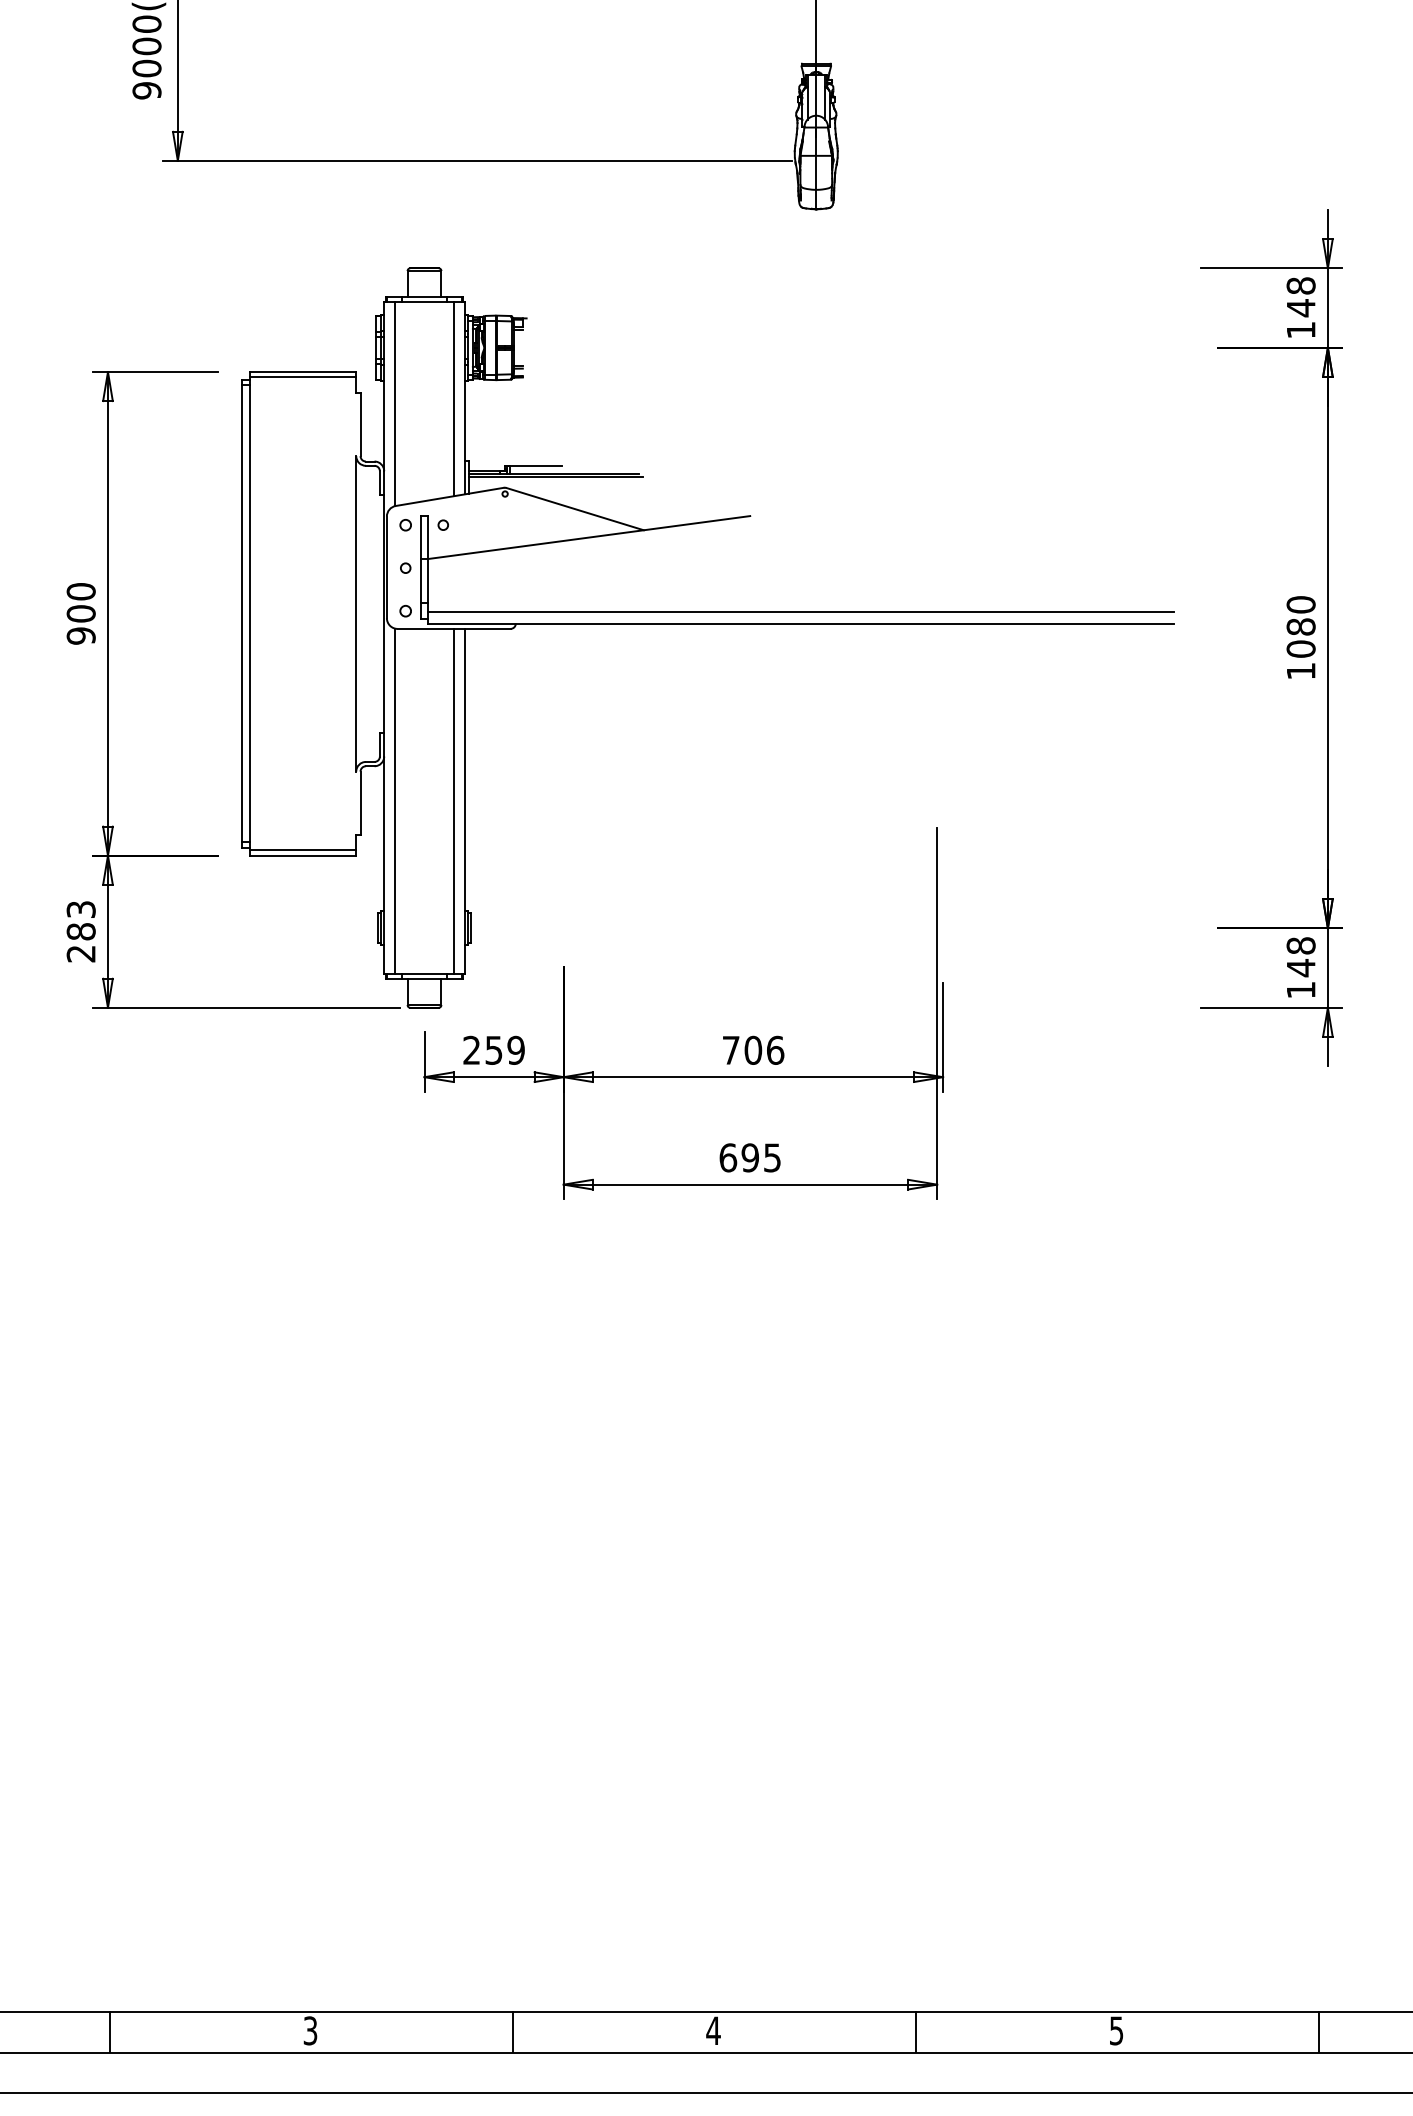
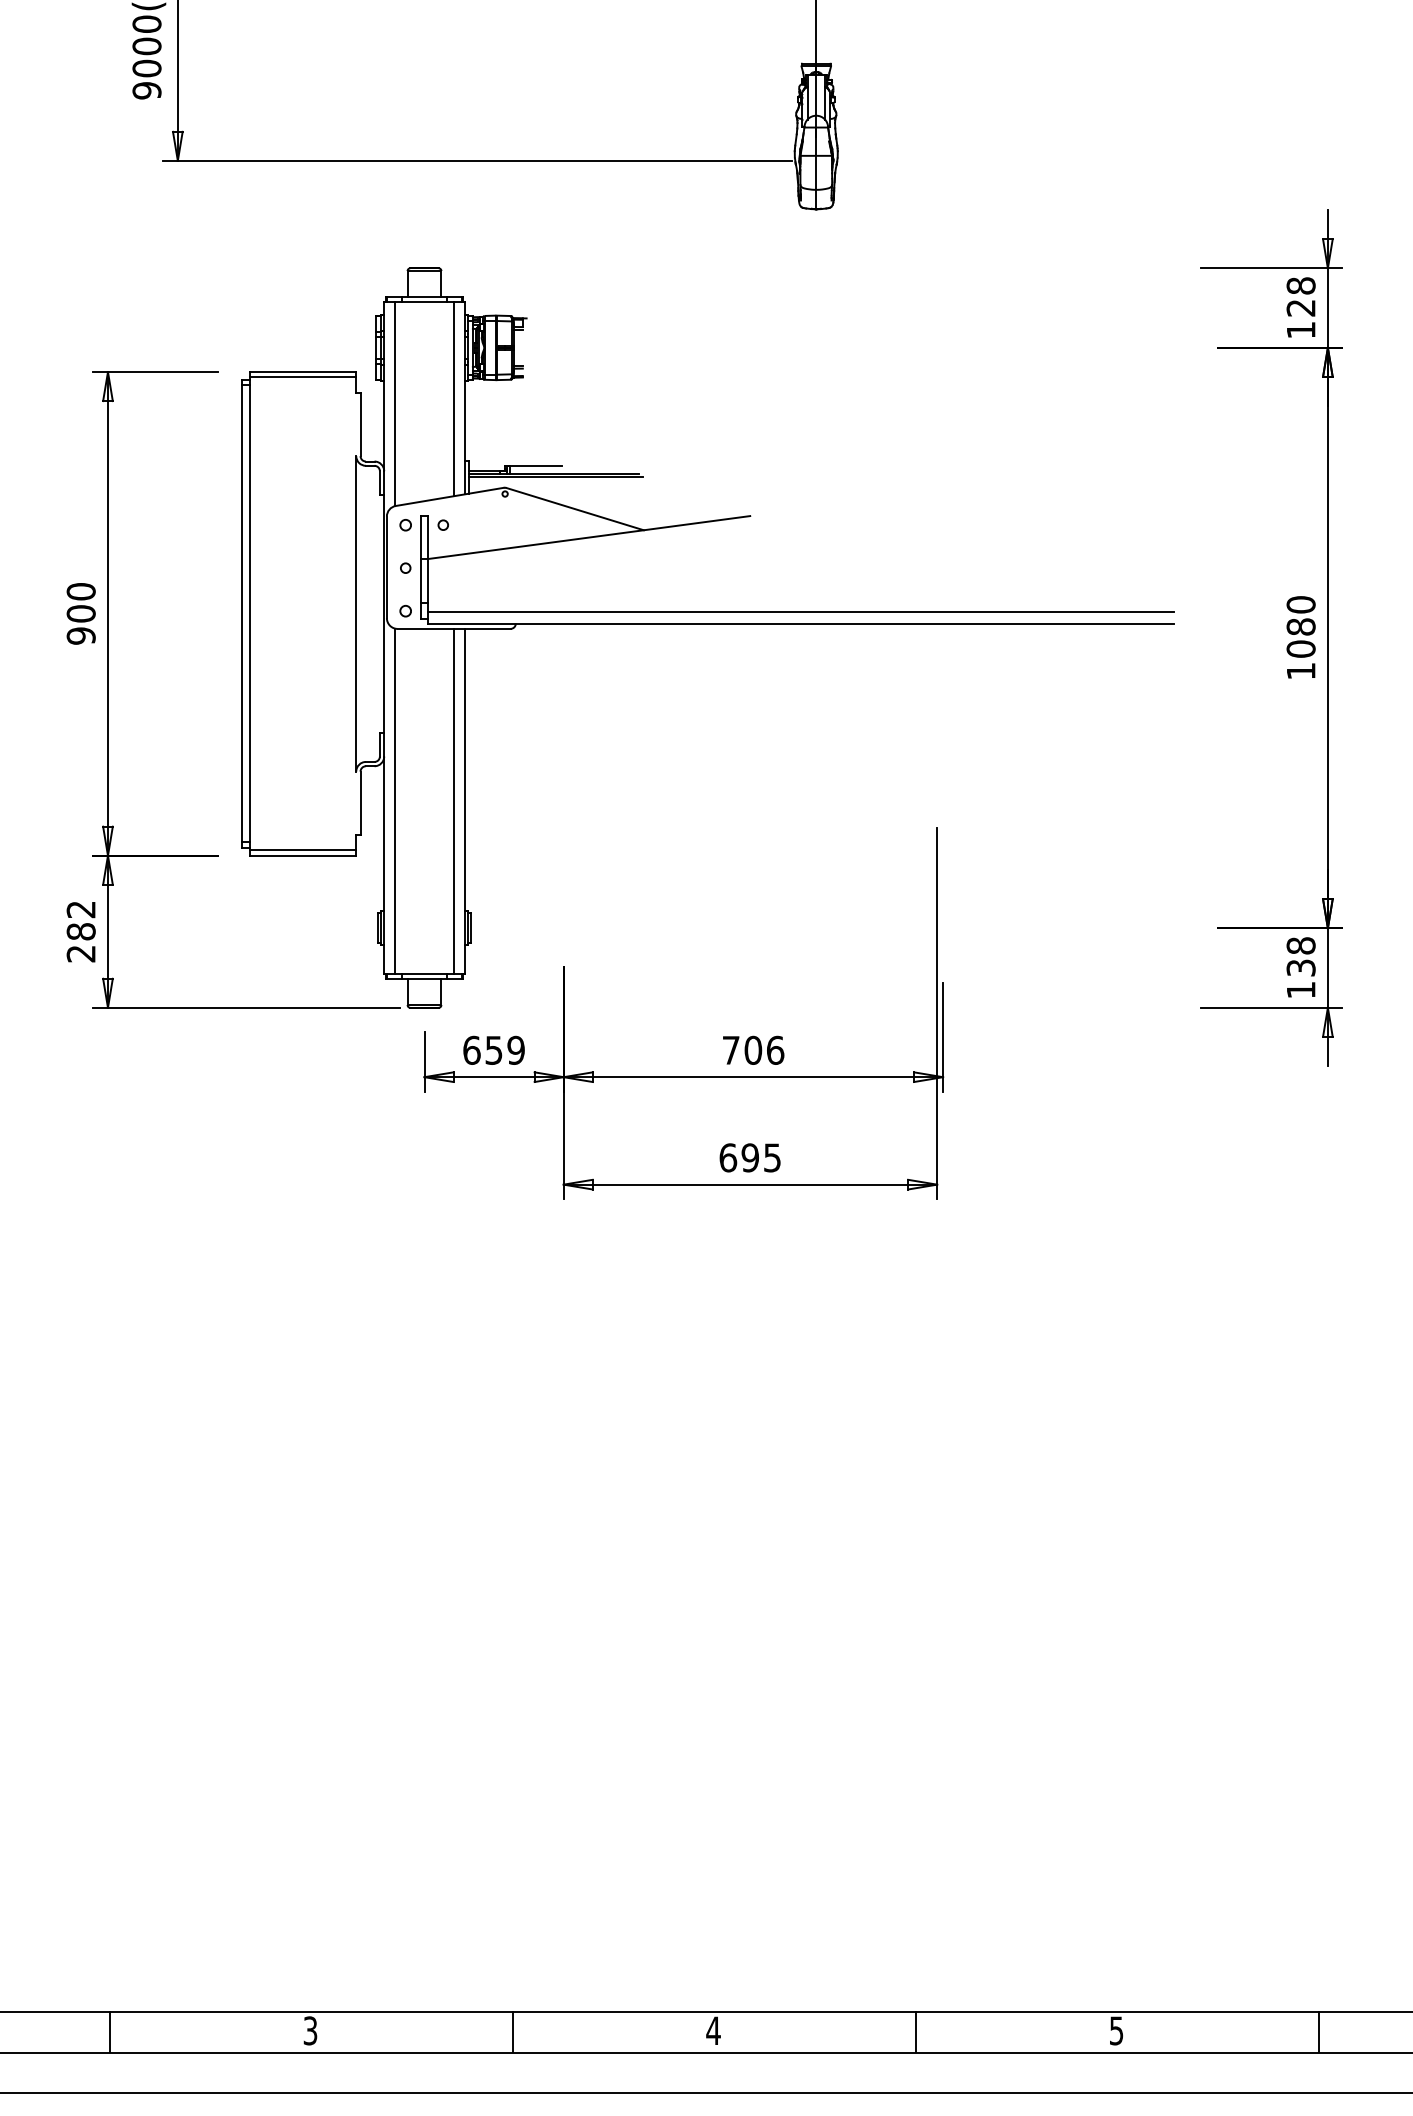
text at (1300, 308): 148 -> 128
text at (80, 909): 283 -> 282
text at (1300, 968): 148 -> 138
text at (471, 1049): 259 -> 659
